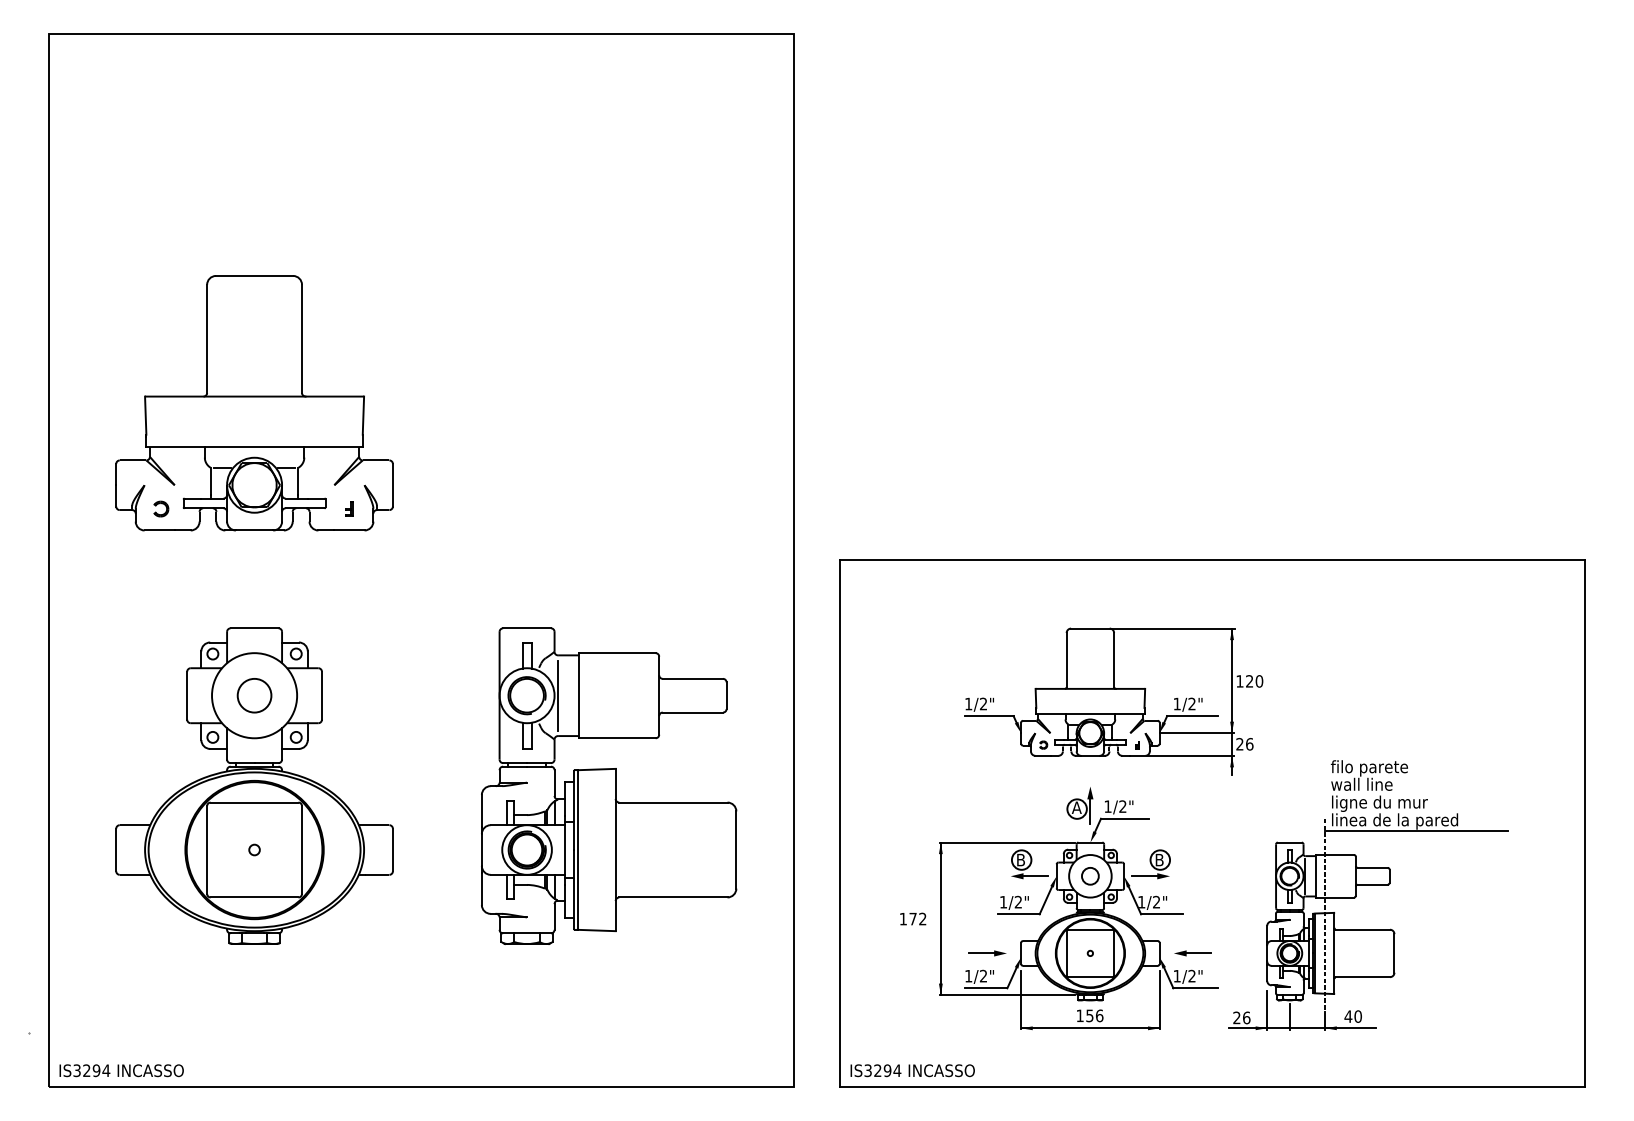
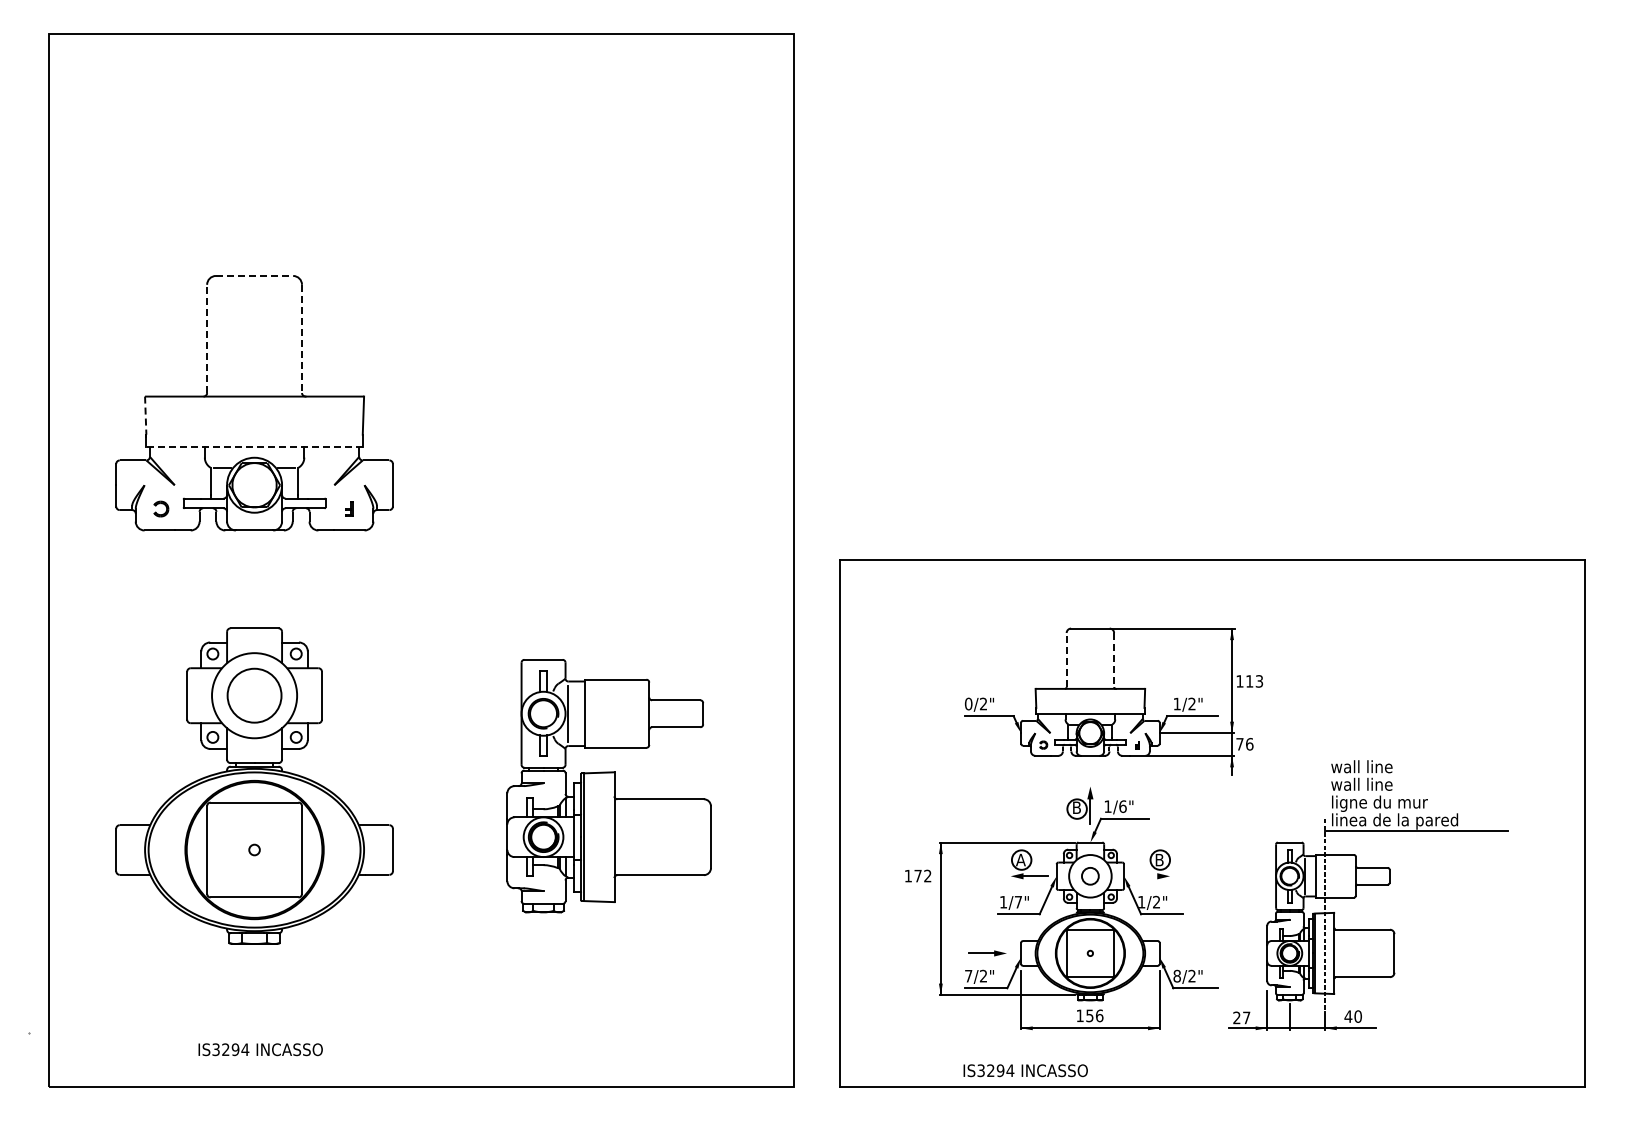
line at (254, 275): solid -> dashed
line at (207, 338): solid -> dashed
line at (302, 339): solid -> dashed
line at (145, 416): solid -> dashed
line at (254, 447): solid -> dashed
line at (1066, 659): solid -> dashed
line at (1114, 660): solid -> dashed
text at (1254, 681): 120 -> 113
circle at (254, 695) diameter: 34 px -> 54 px
text at (968, 703): 1/2" -> 0/2"
text at (1239, 743): 26 -> 76
text at (1368, 768): filo parete -> wall line
part at (609, 785) size: 257x318 px -> 206x255 px
text at (1122, 806): 1/2" -> 1/6"
text at (1076, 807): A -> B
text at (1020, 859): B -> A
line at (1144, 876): present -> none
text at (1017, 901): 1/2" -> 1/7"
text at (913, 918) position: (913, 918) -> (918, 875)
part at (1192, 953): present -> none
text at (1176, 975): 1/2" -> 8/2"
text at (968, 976): 1/2" -> 7/2"
text at (1246, 1017): 26 -> 27
text at (121, 1070) position: (121, 1070) -> (260, 1049)
text at (912, 1070) position: (912, 1070) -> (1025, 1070)
